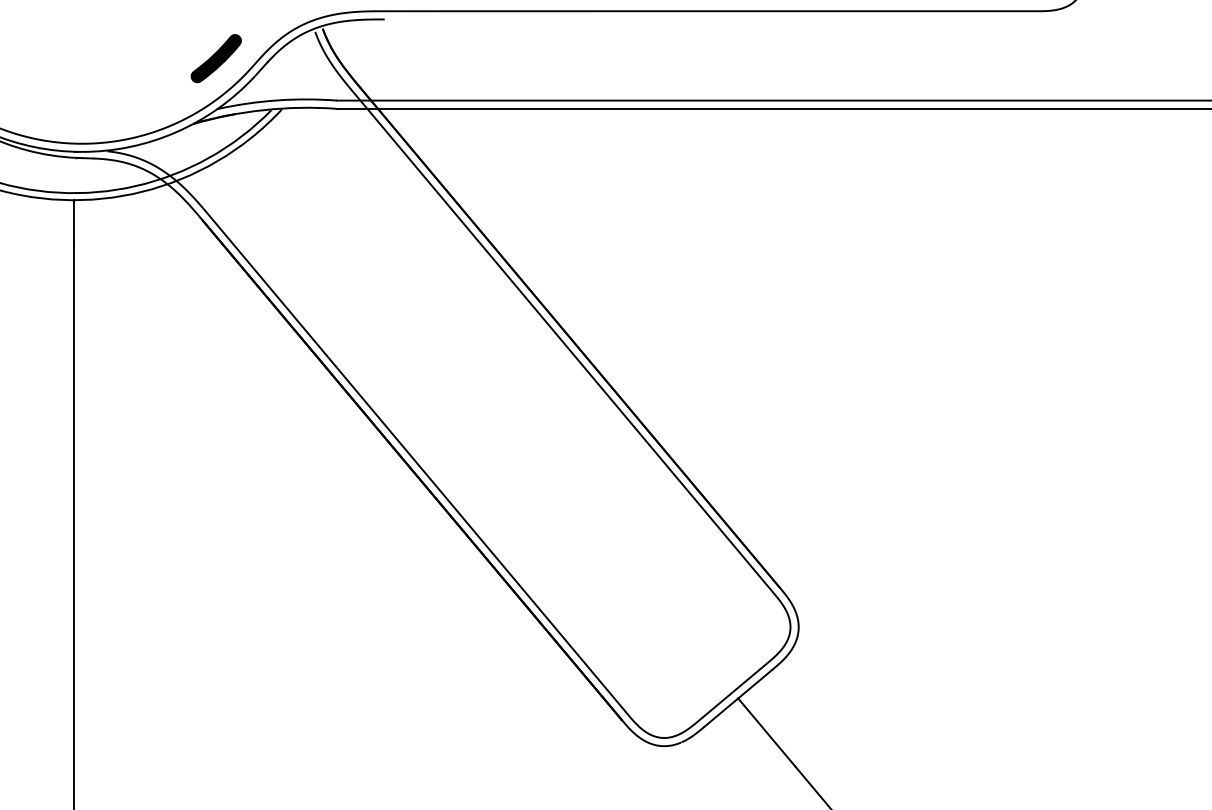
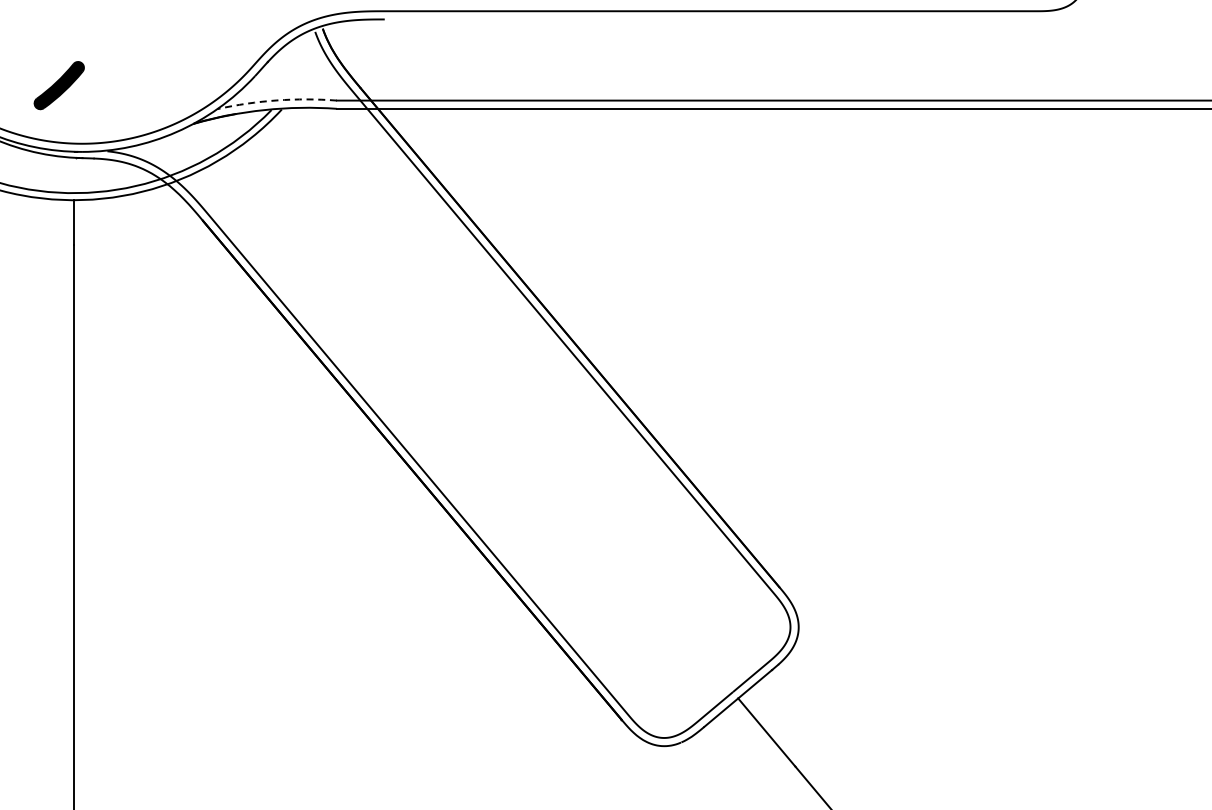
part at (215, 58) position: (215, 58) -> (58, 85)
arc at (276, 100): solid -> dashed
